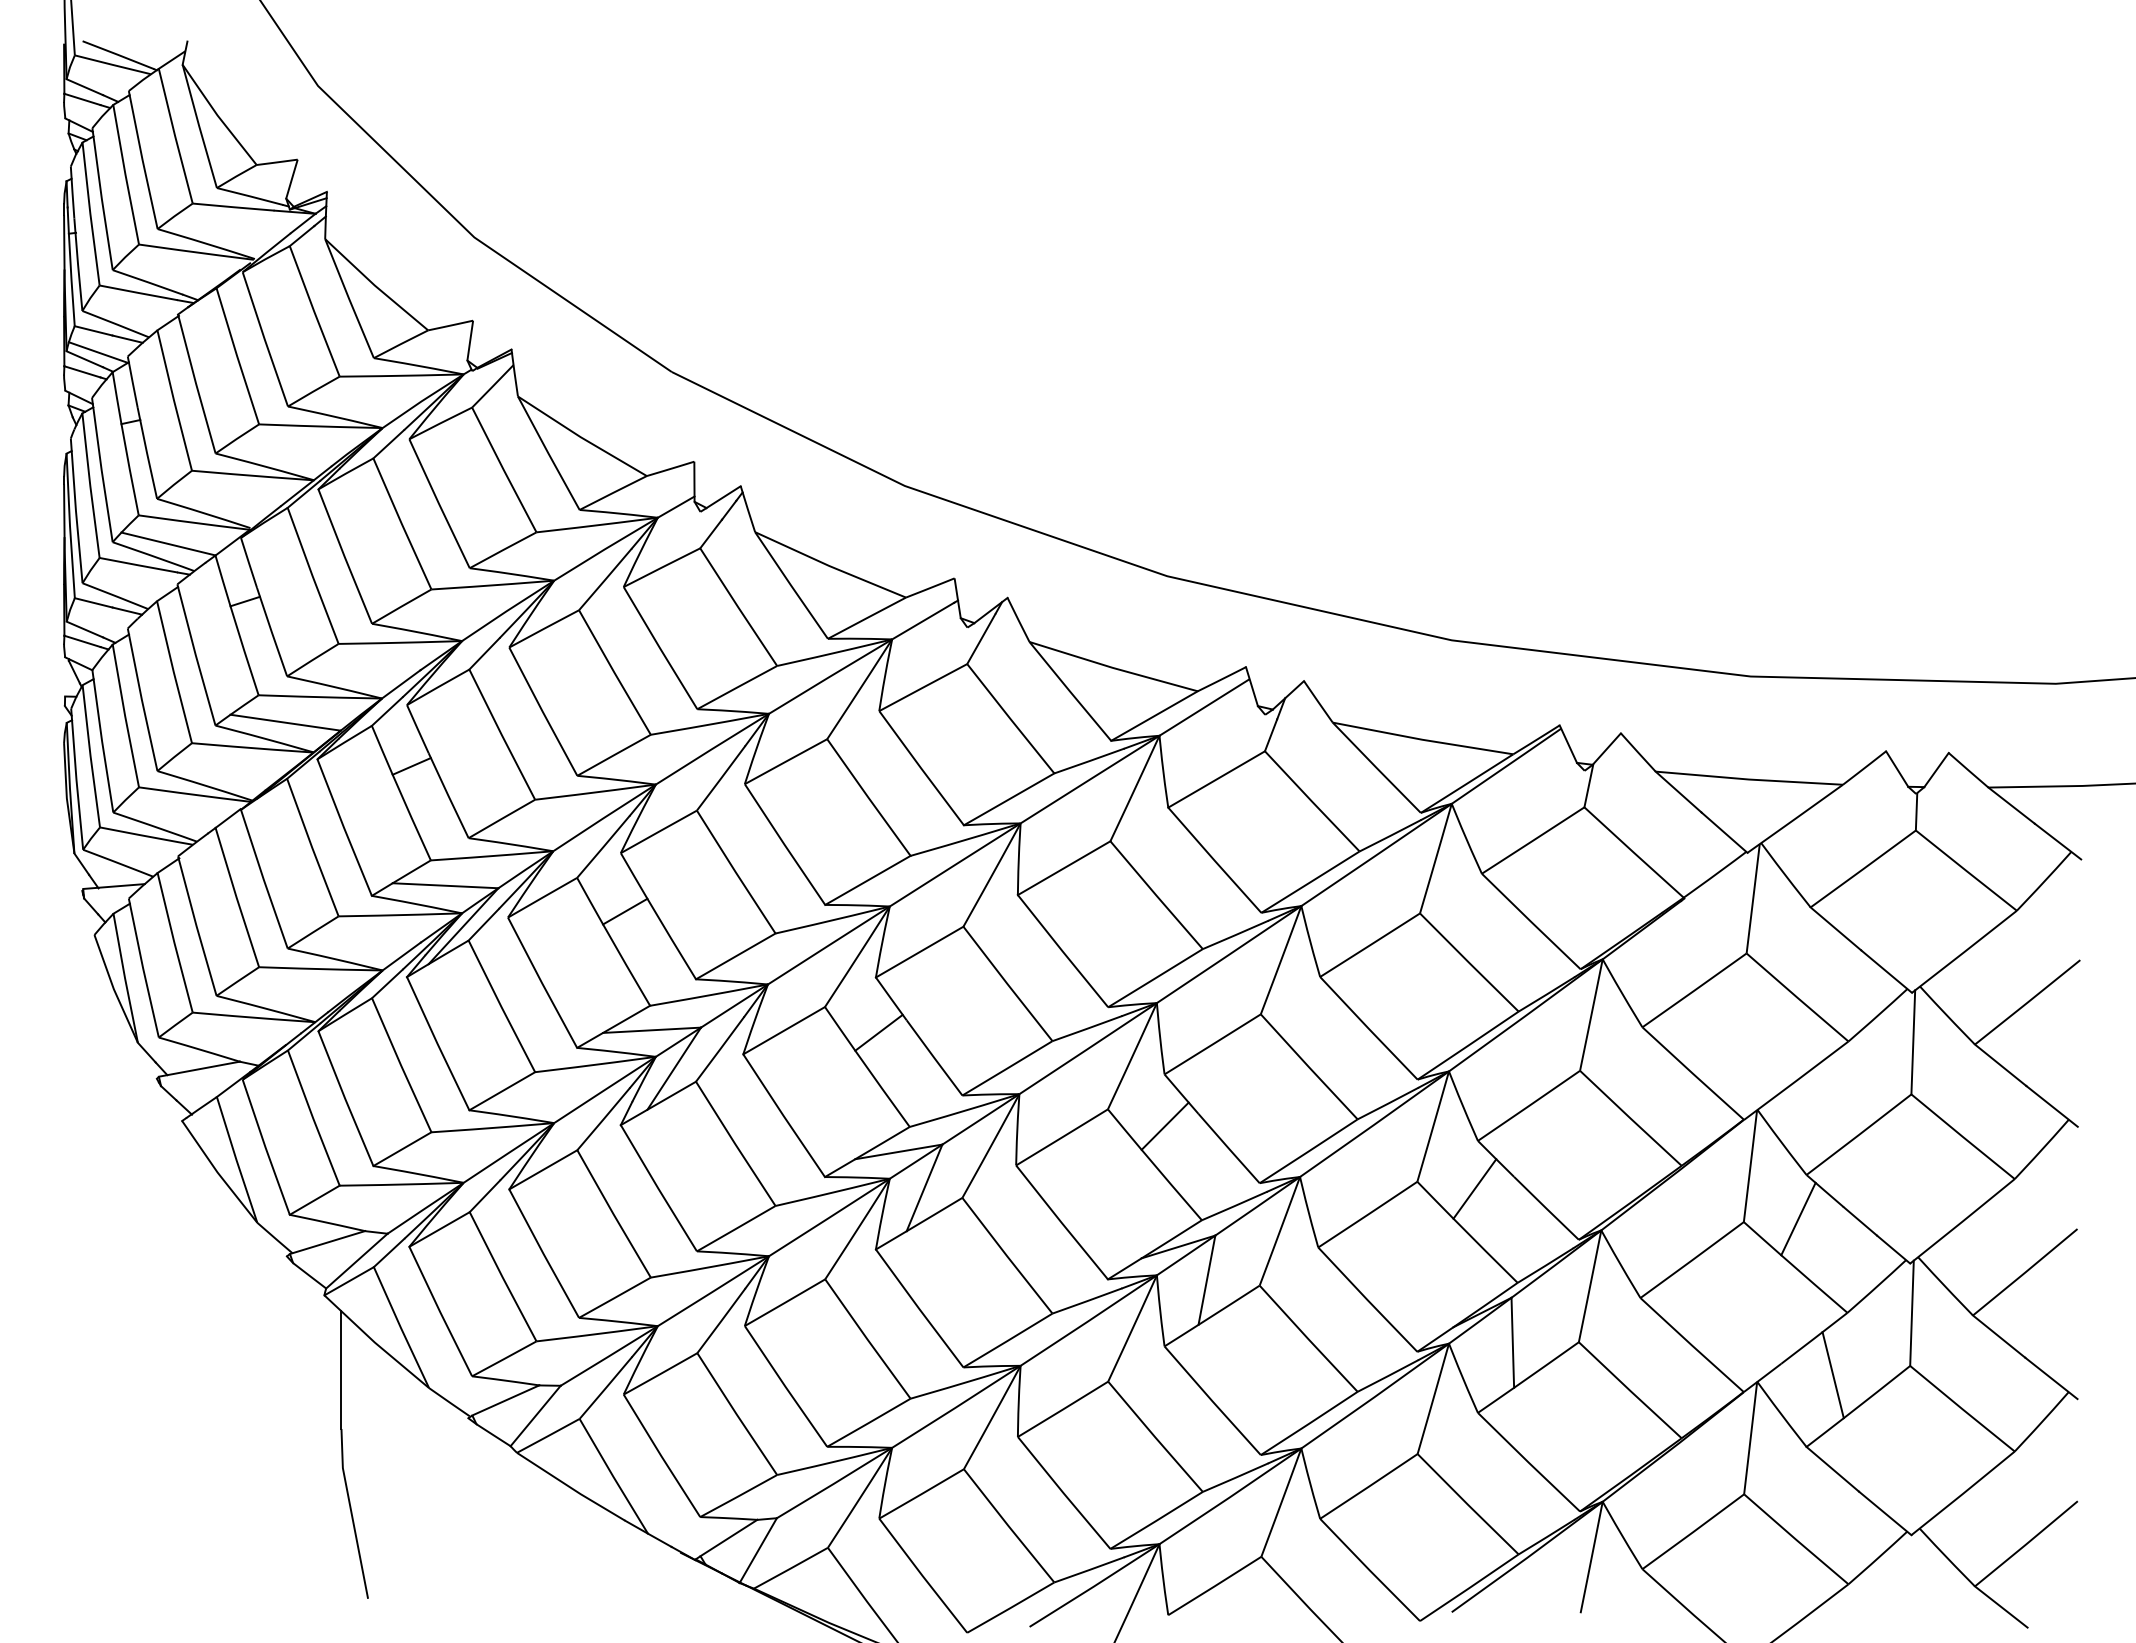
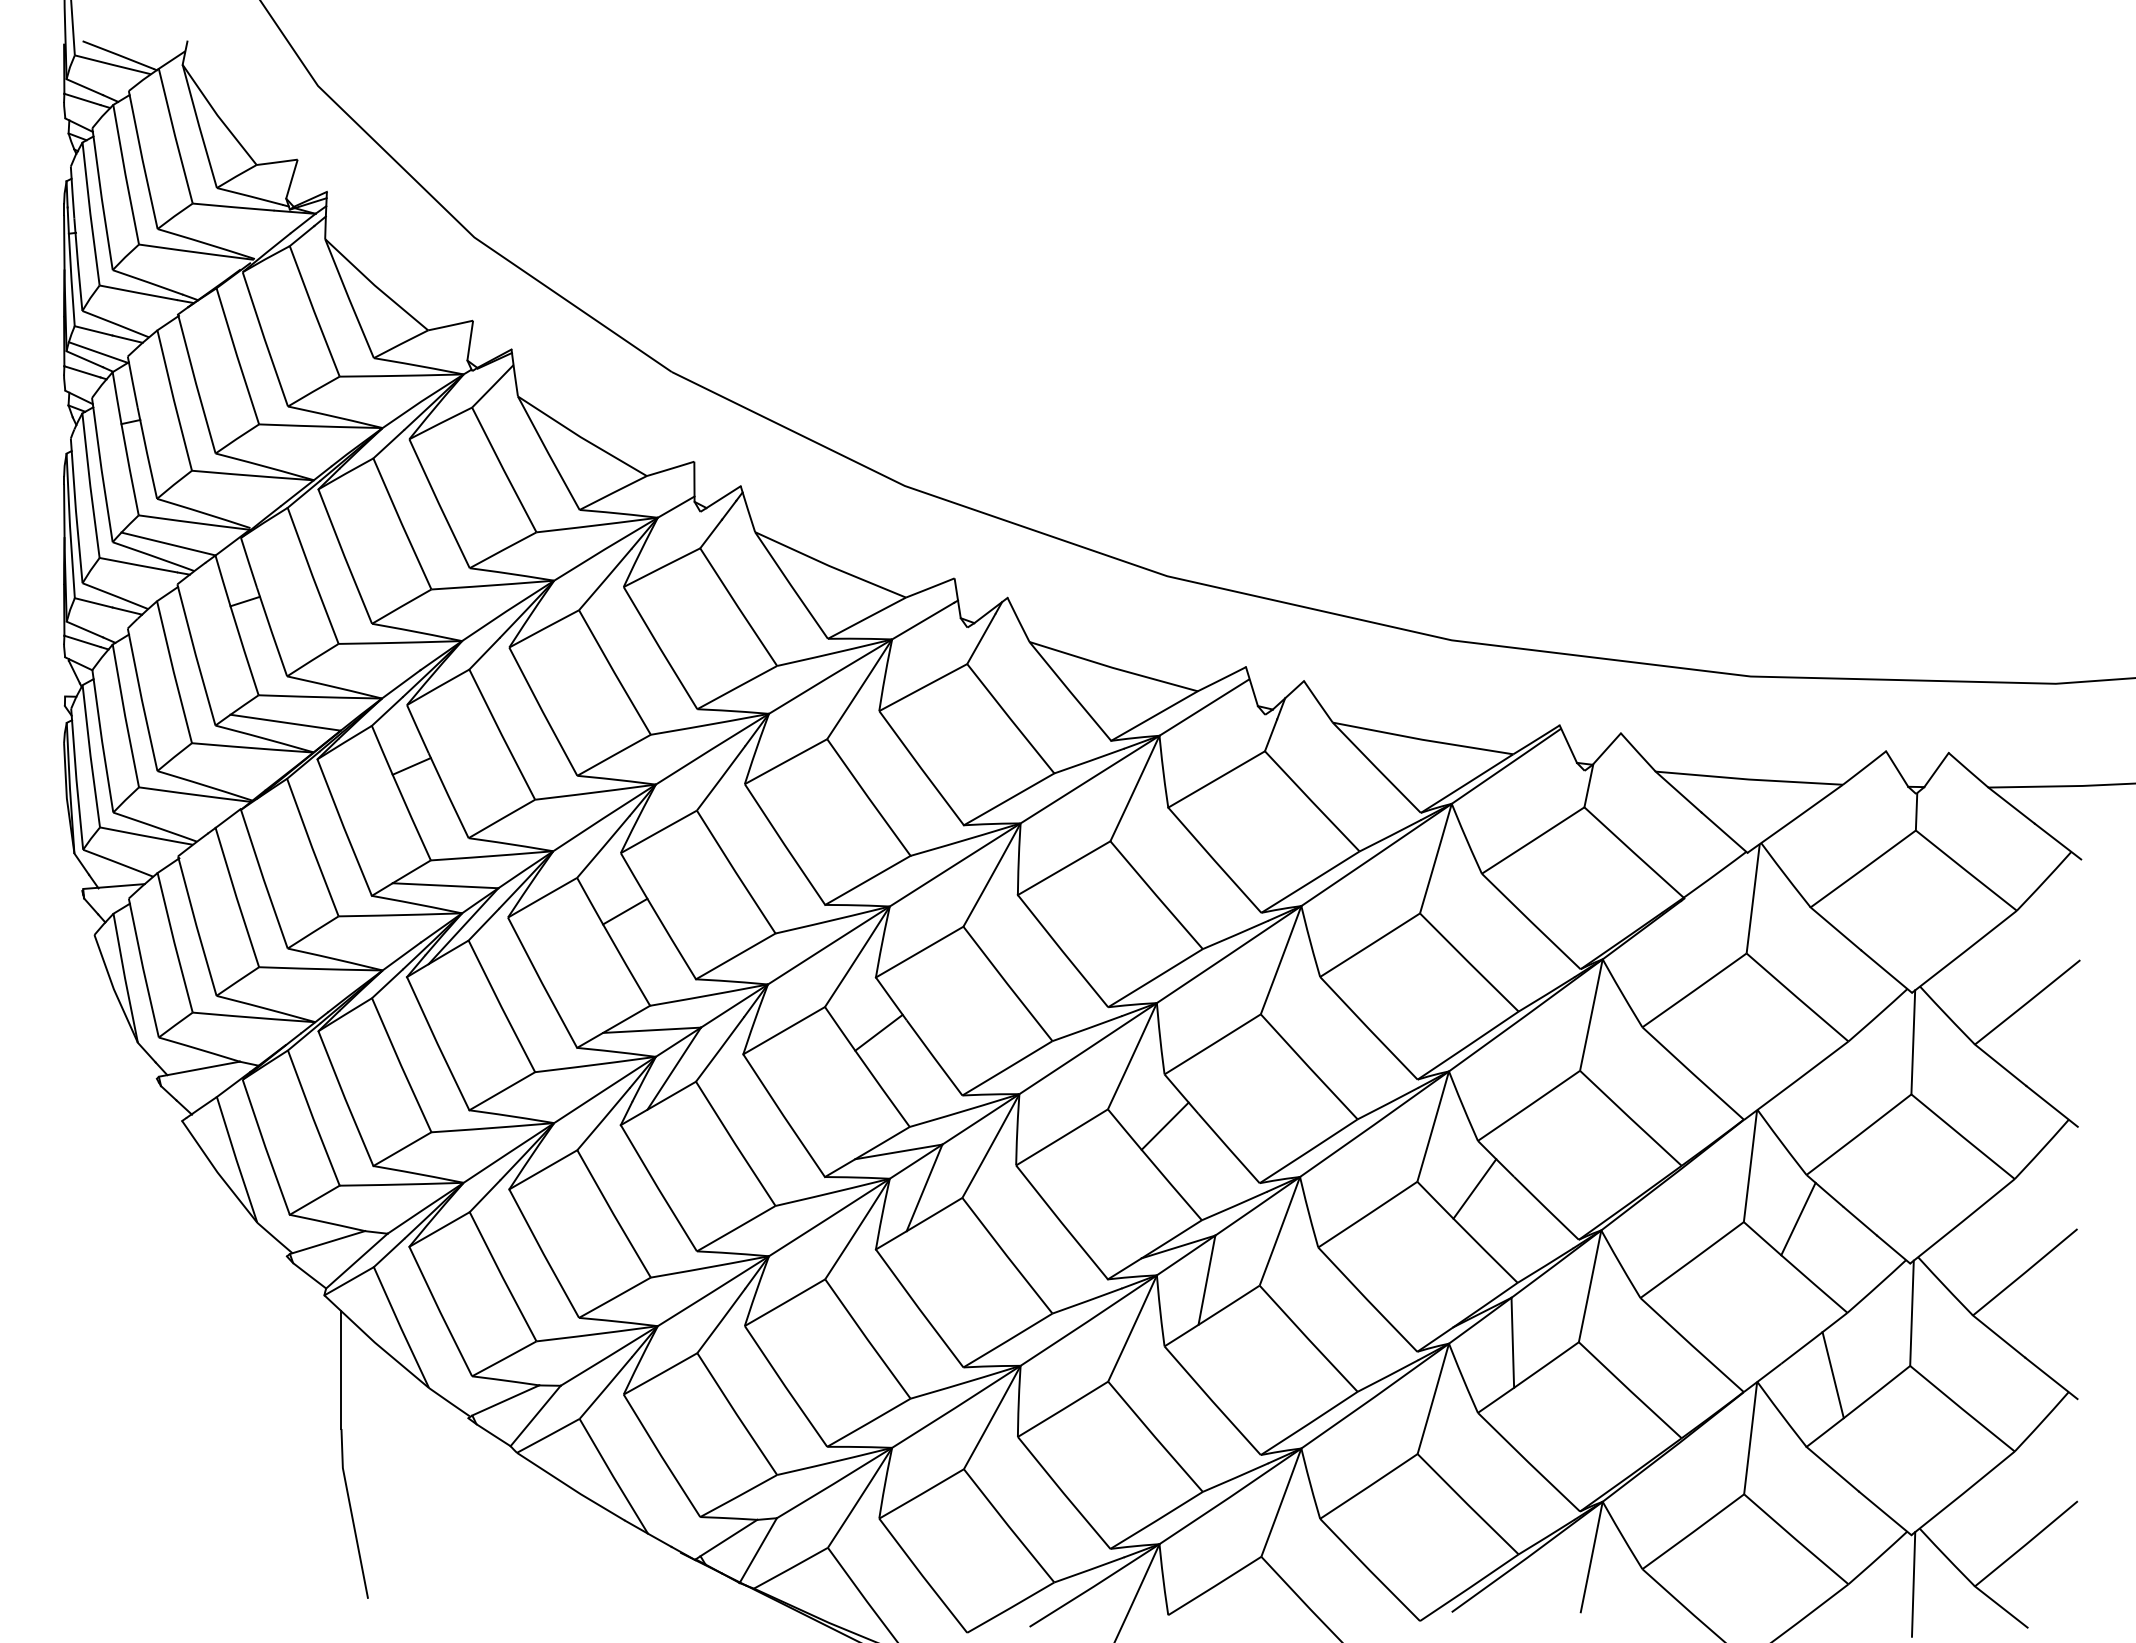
line at (1913, 1584): none -> present
